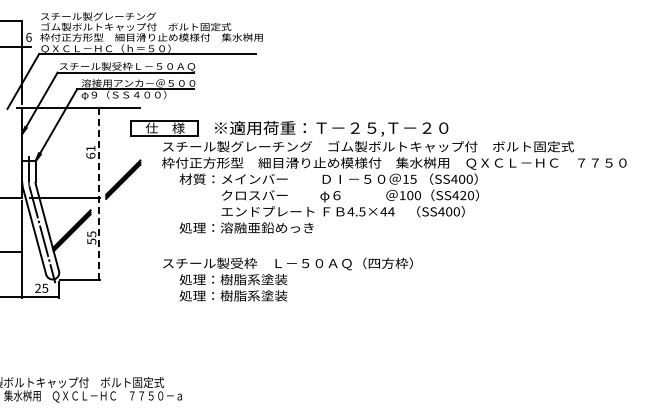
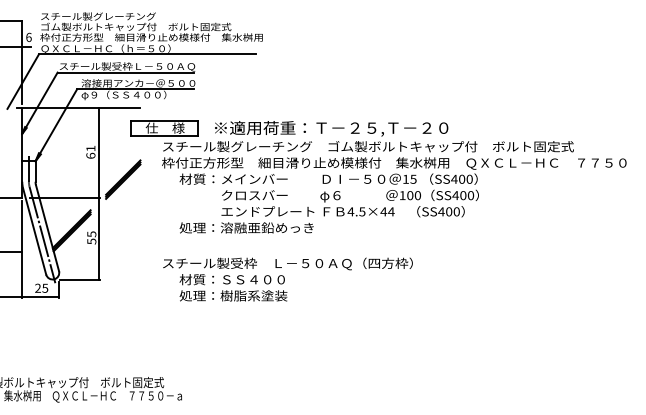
line at (99, 193): dashed -> solid
text at (463, 195): SS420 -> SS400
text at (233, 279): 処理：樹脂系塗装 -> 材質：ＳＳ４００
